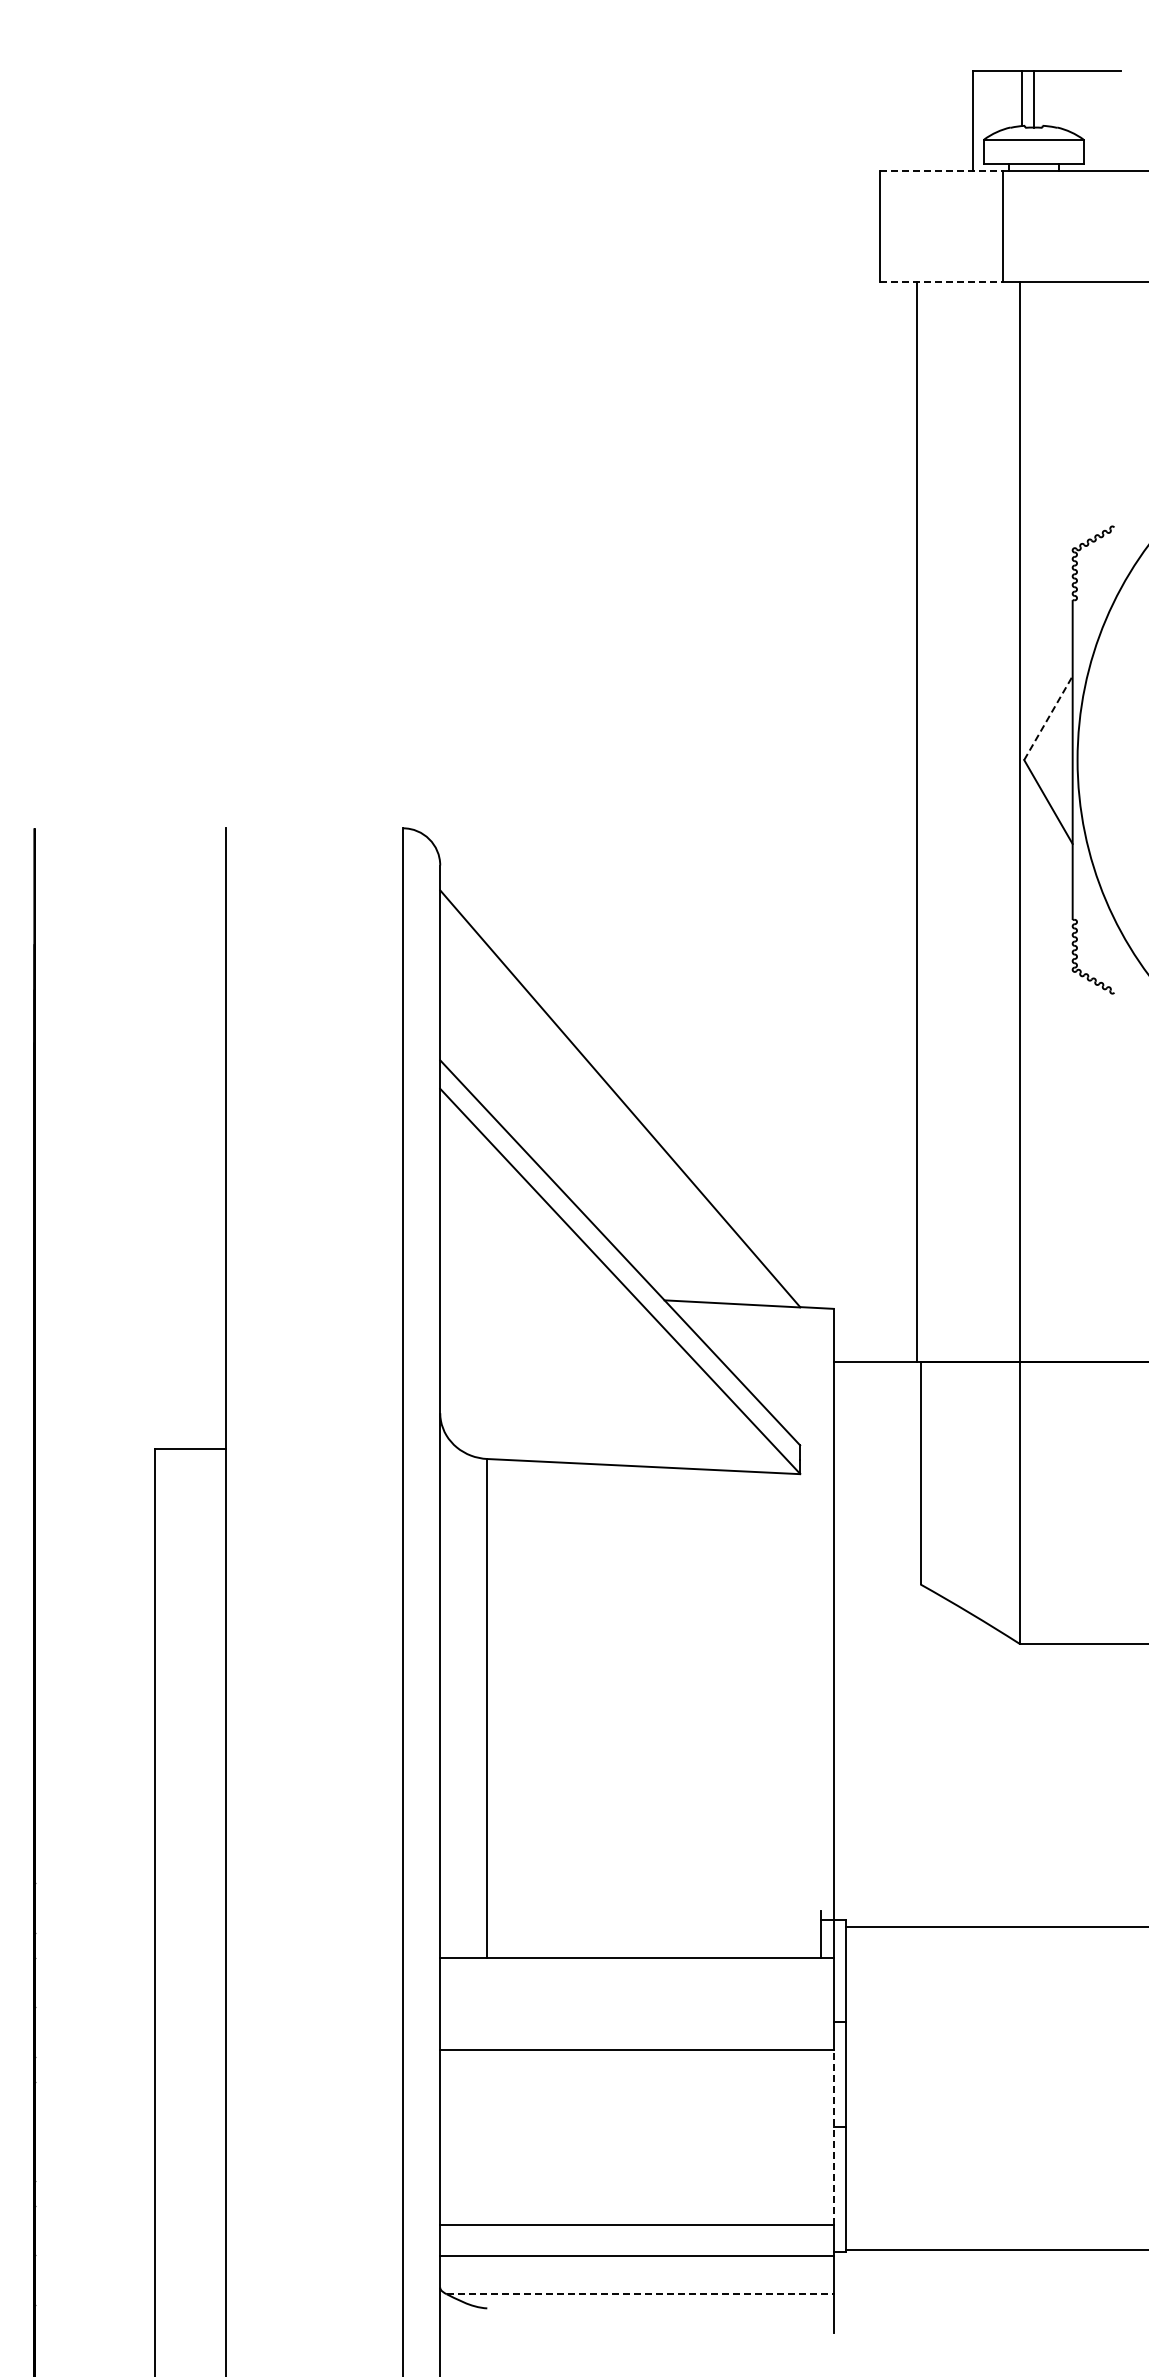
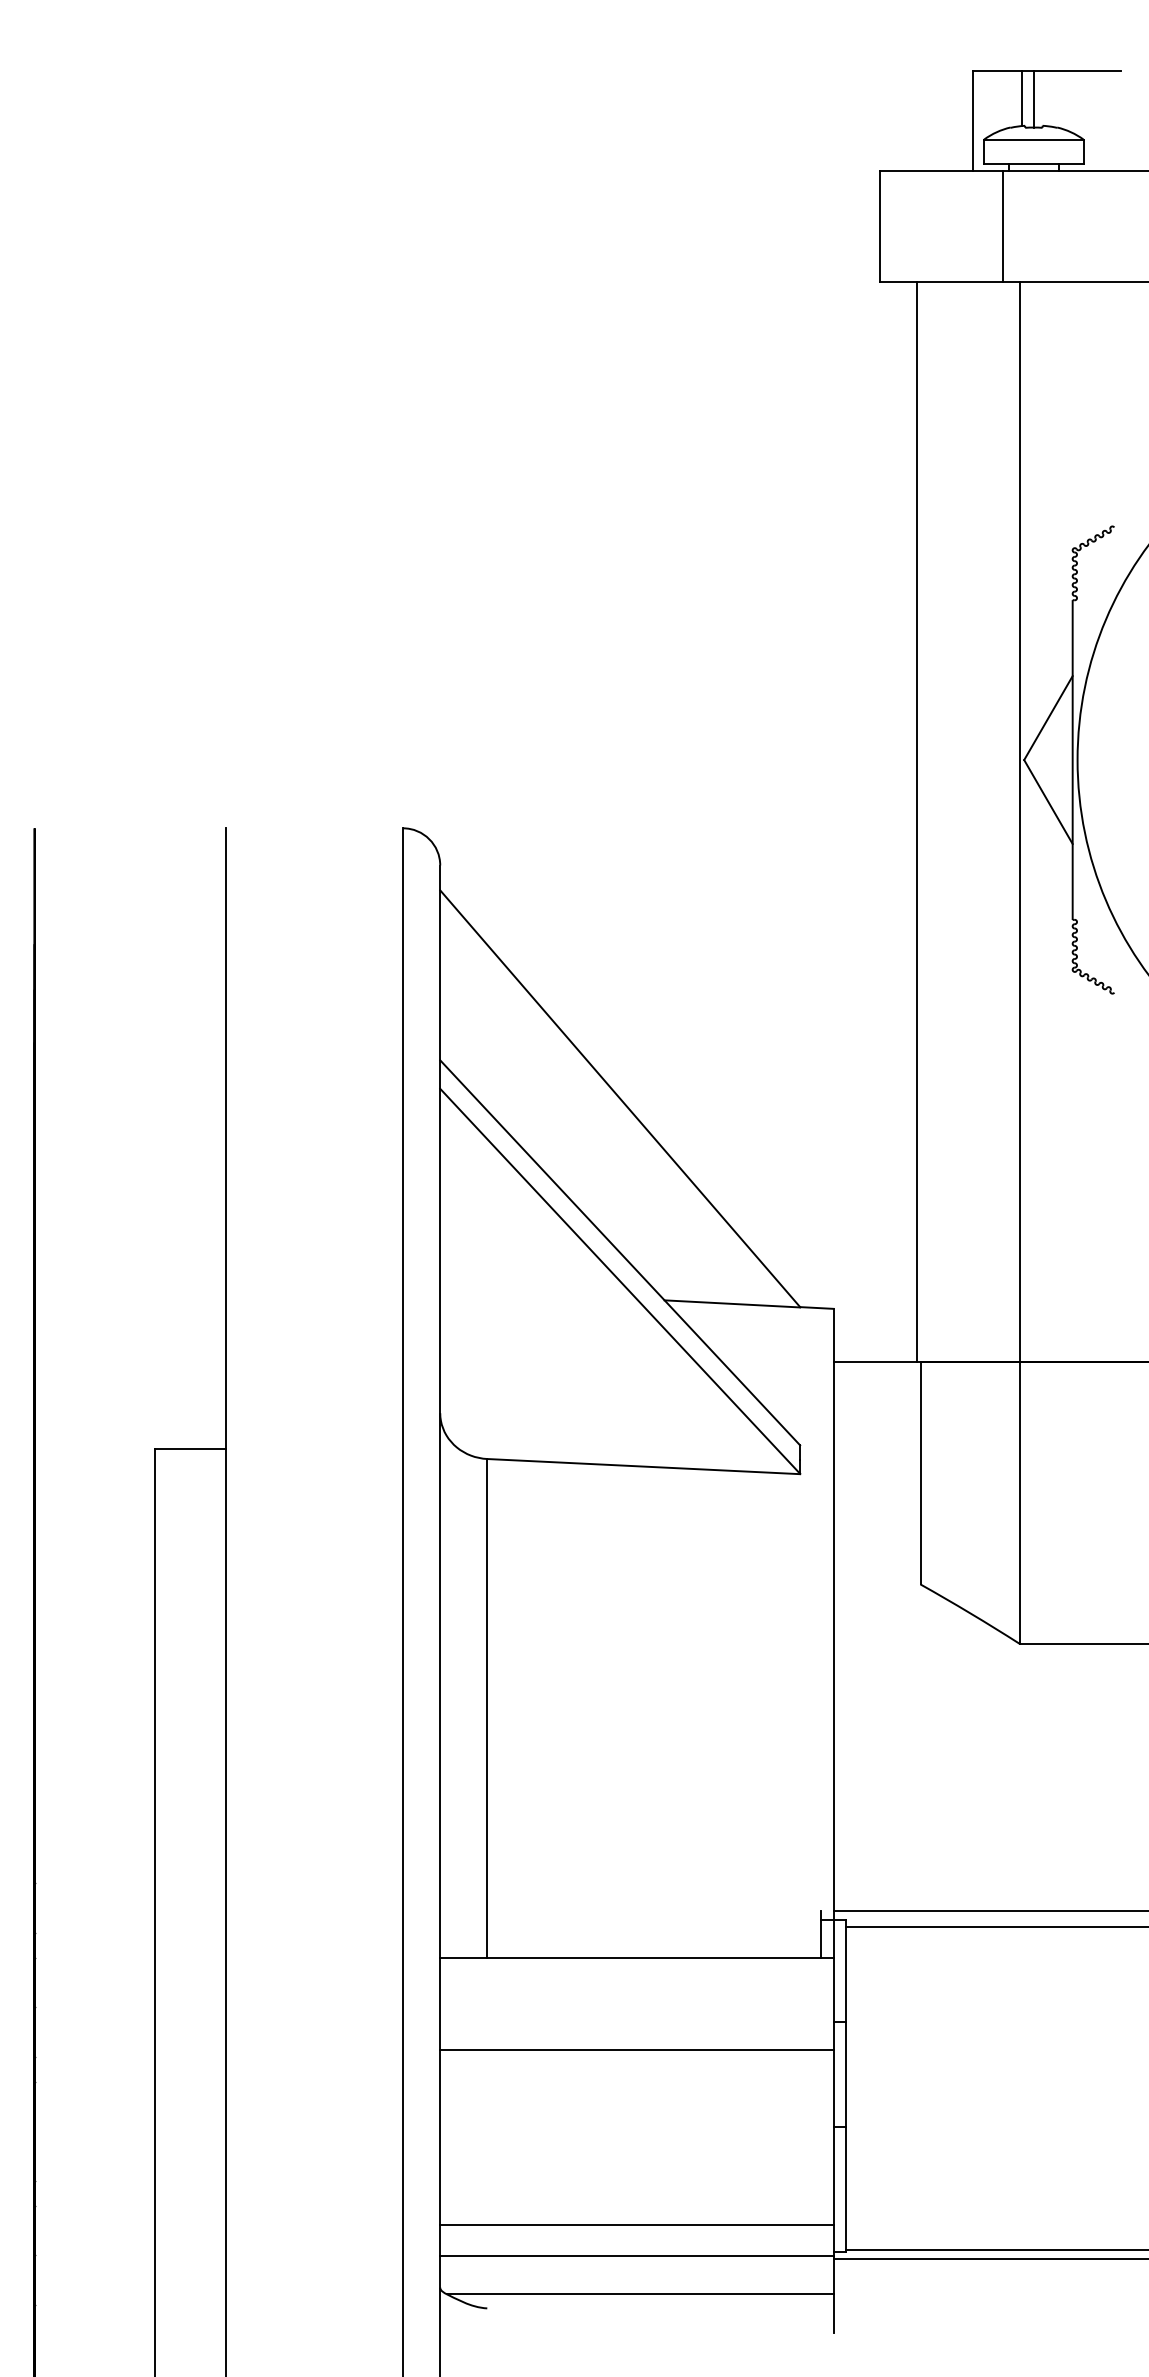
line at (941, 170): dashed -> solid
line at (941, 282): dashed -> solid
line at (1048, 717): dashed -> solid
line at (989, 1911): none -> present
line at (833, 2137): dashed -> solid
line at (989, 2258): none -> present
line at (640, 2294): dashed -> solid
